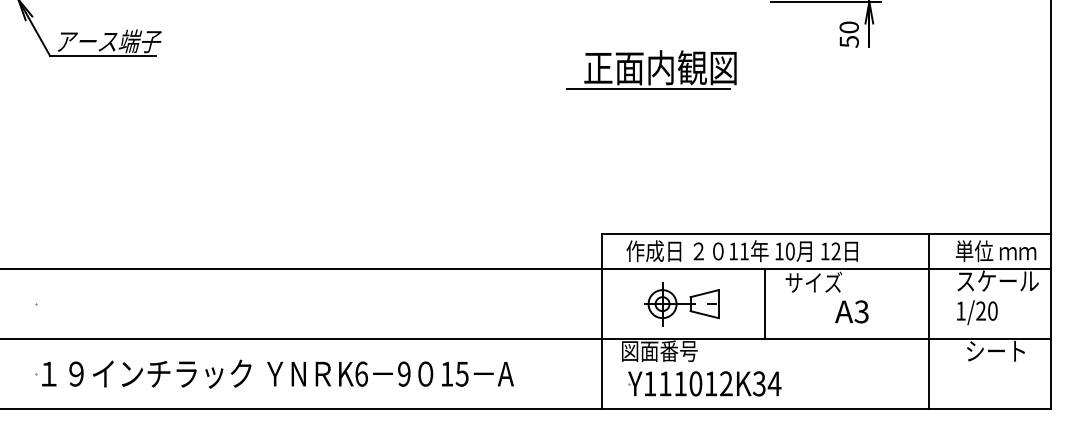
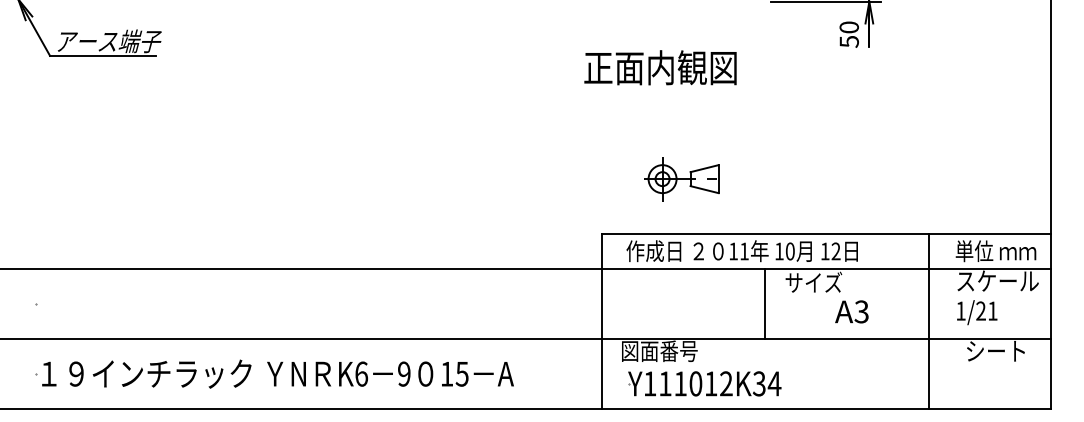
line at (648, 89): present -> none
part at (681, 304) position: (681, 304) -> (681, 179)
text at (992, 310): 1/20 -> 1/21
